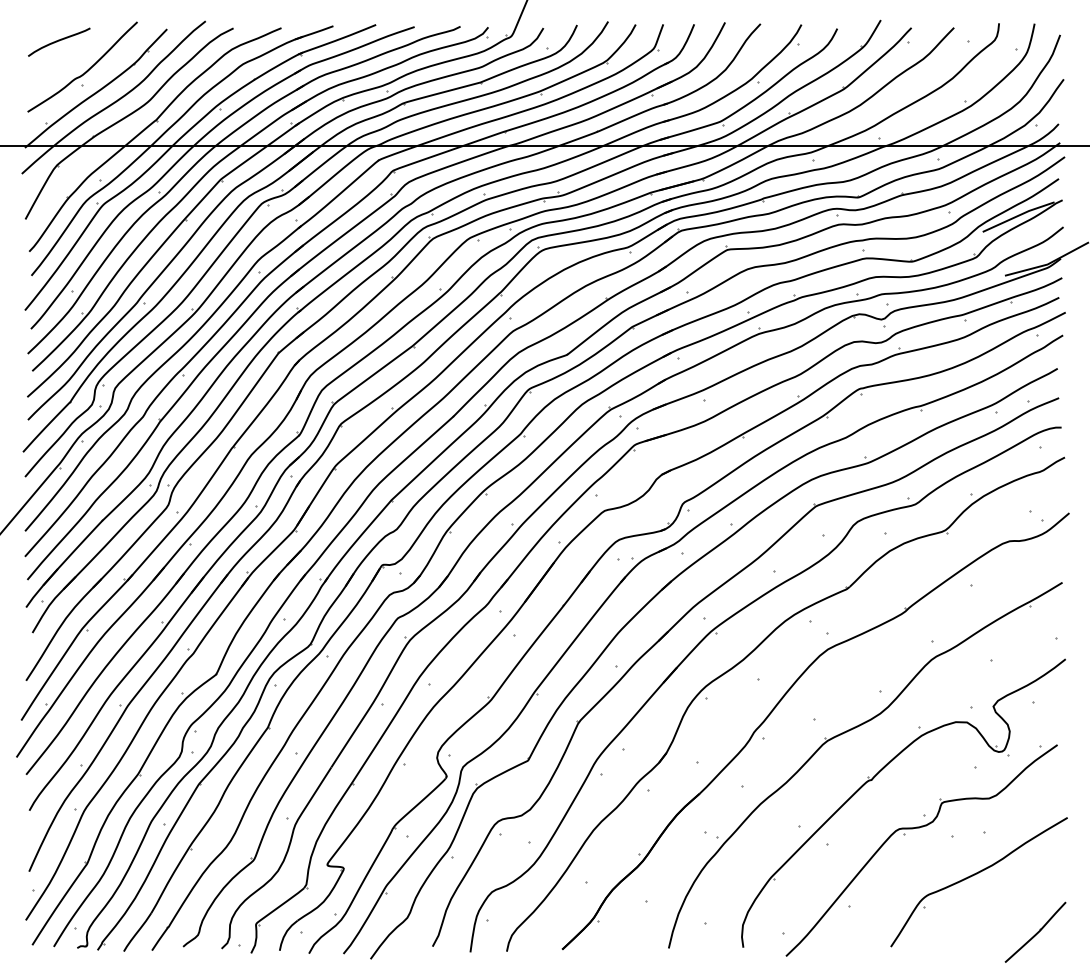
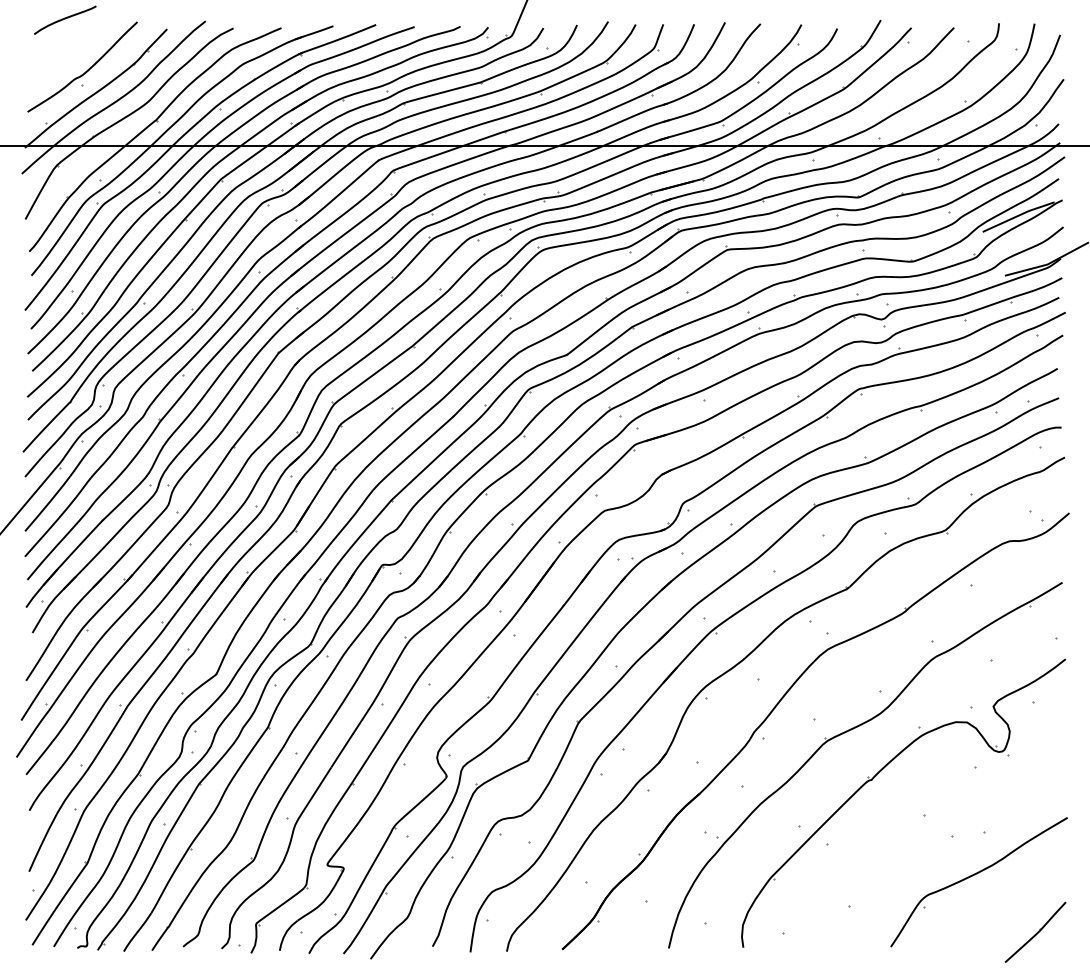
curve at (59, 41) position: (59, 41) -> (65, 19)
part at (919, 828): present -> none
